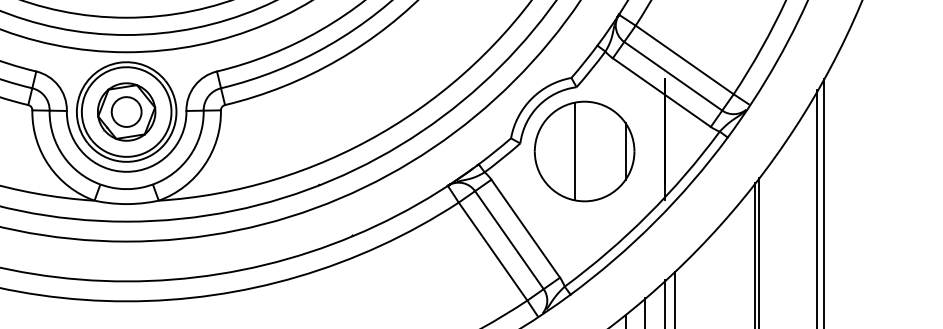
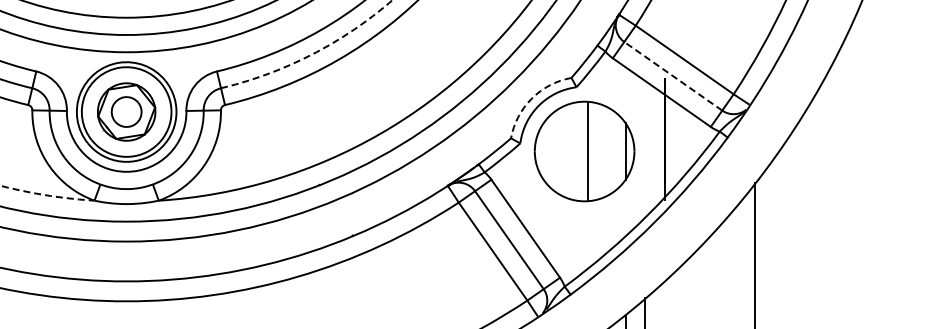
arc at (312, 54): solid -> dashed
line at (673, 76): solid -> dashed
arc at (531, 98): solid -> dashed
line at (575, 151) position: (575, 151) -> (588, 151)
arc at (47, 195): solid -> dashed
line at (824, 201): present -> none
line at (817, 207): present -> none
line at (758, 251): present -> none
line at (674, 298): present -> none
line at (664, 302): present -> none
